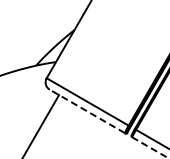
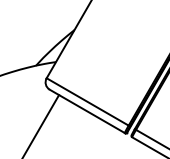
line at (86, 111): dashed -> solid
line at (150, 147): dashed -> solid
